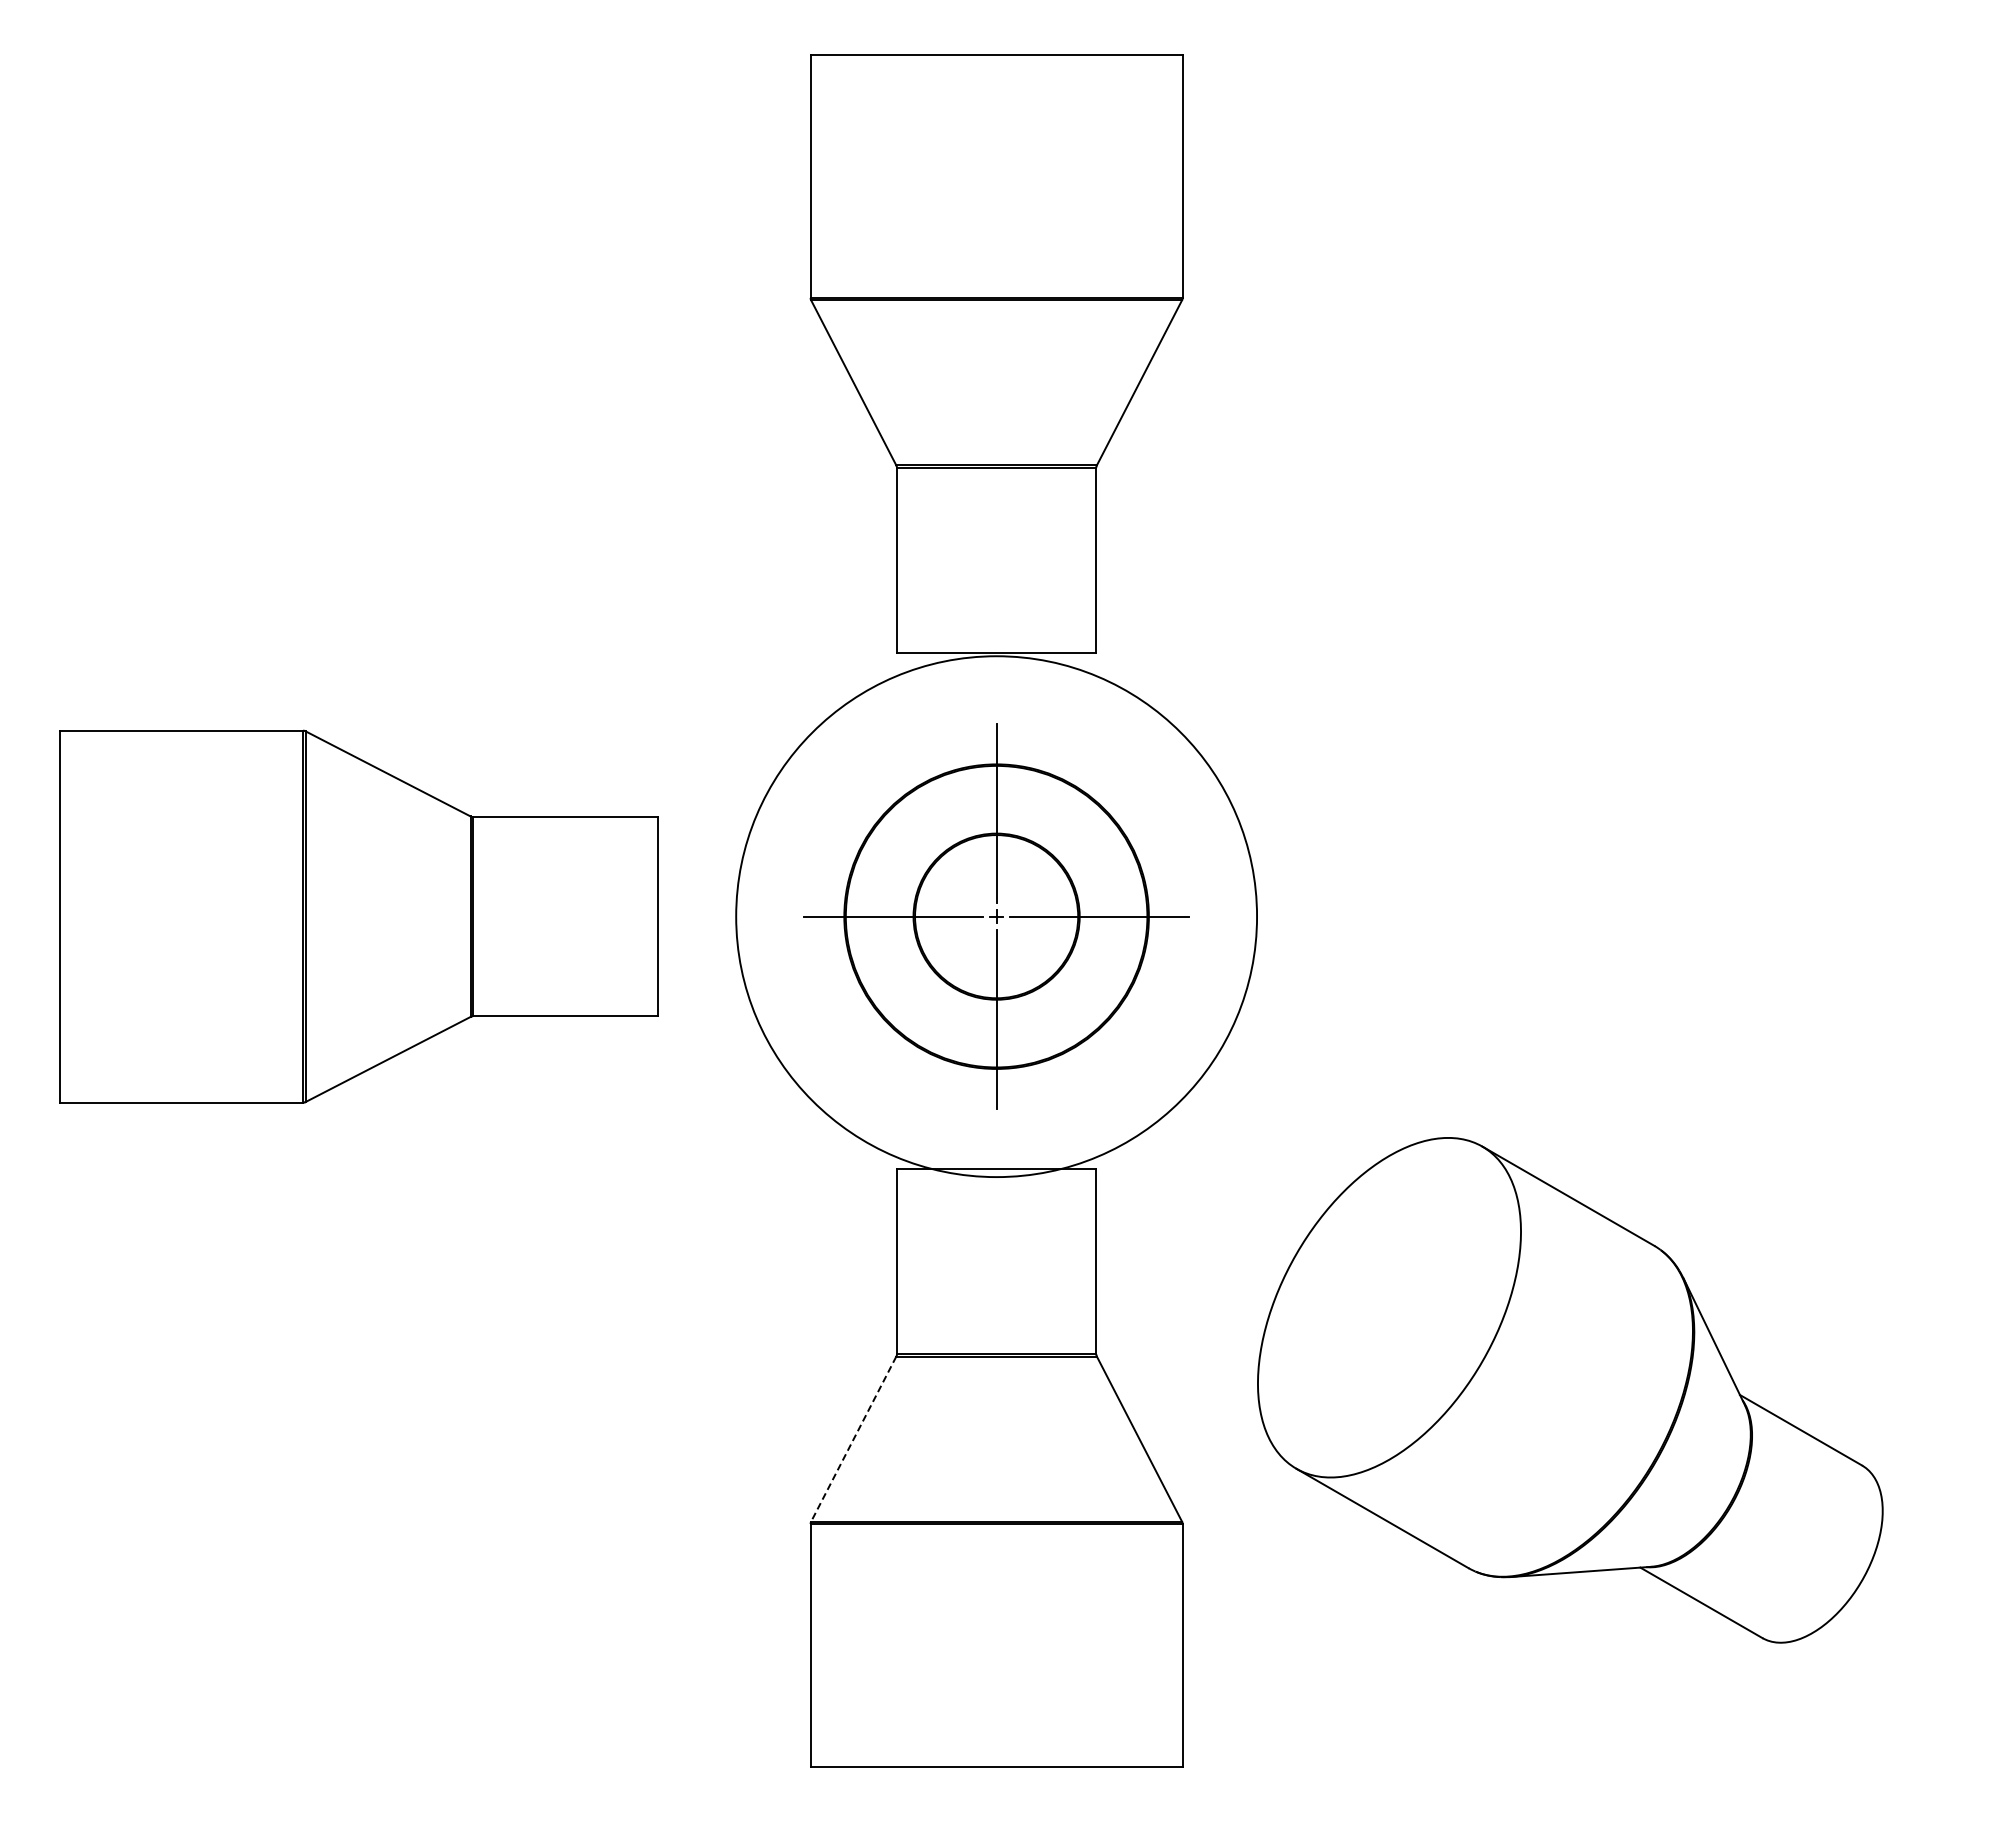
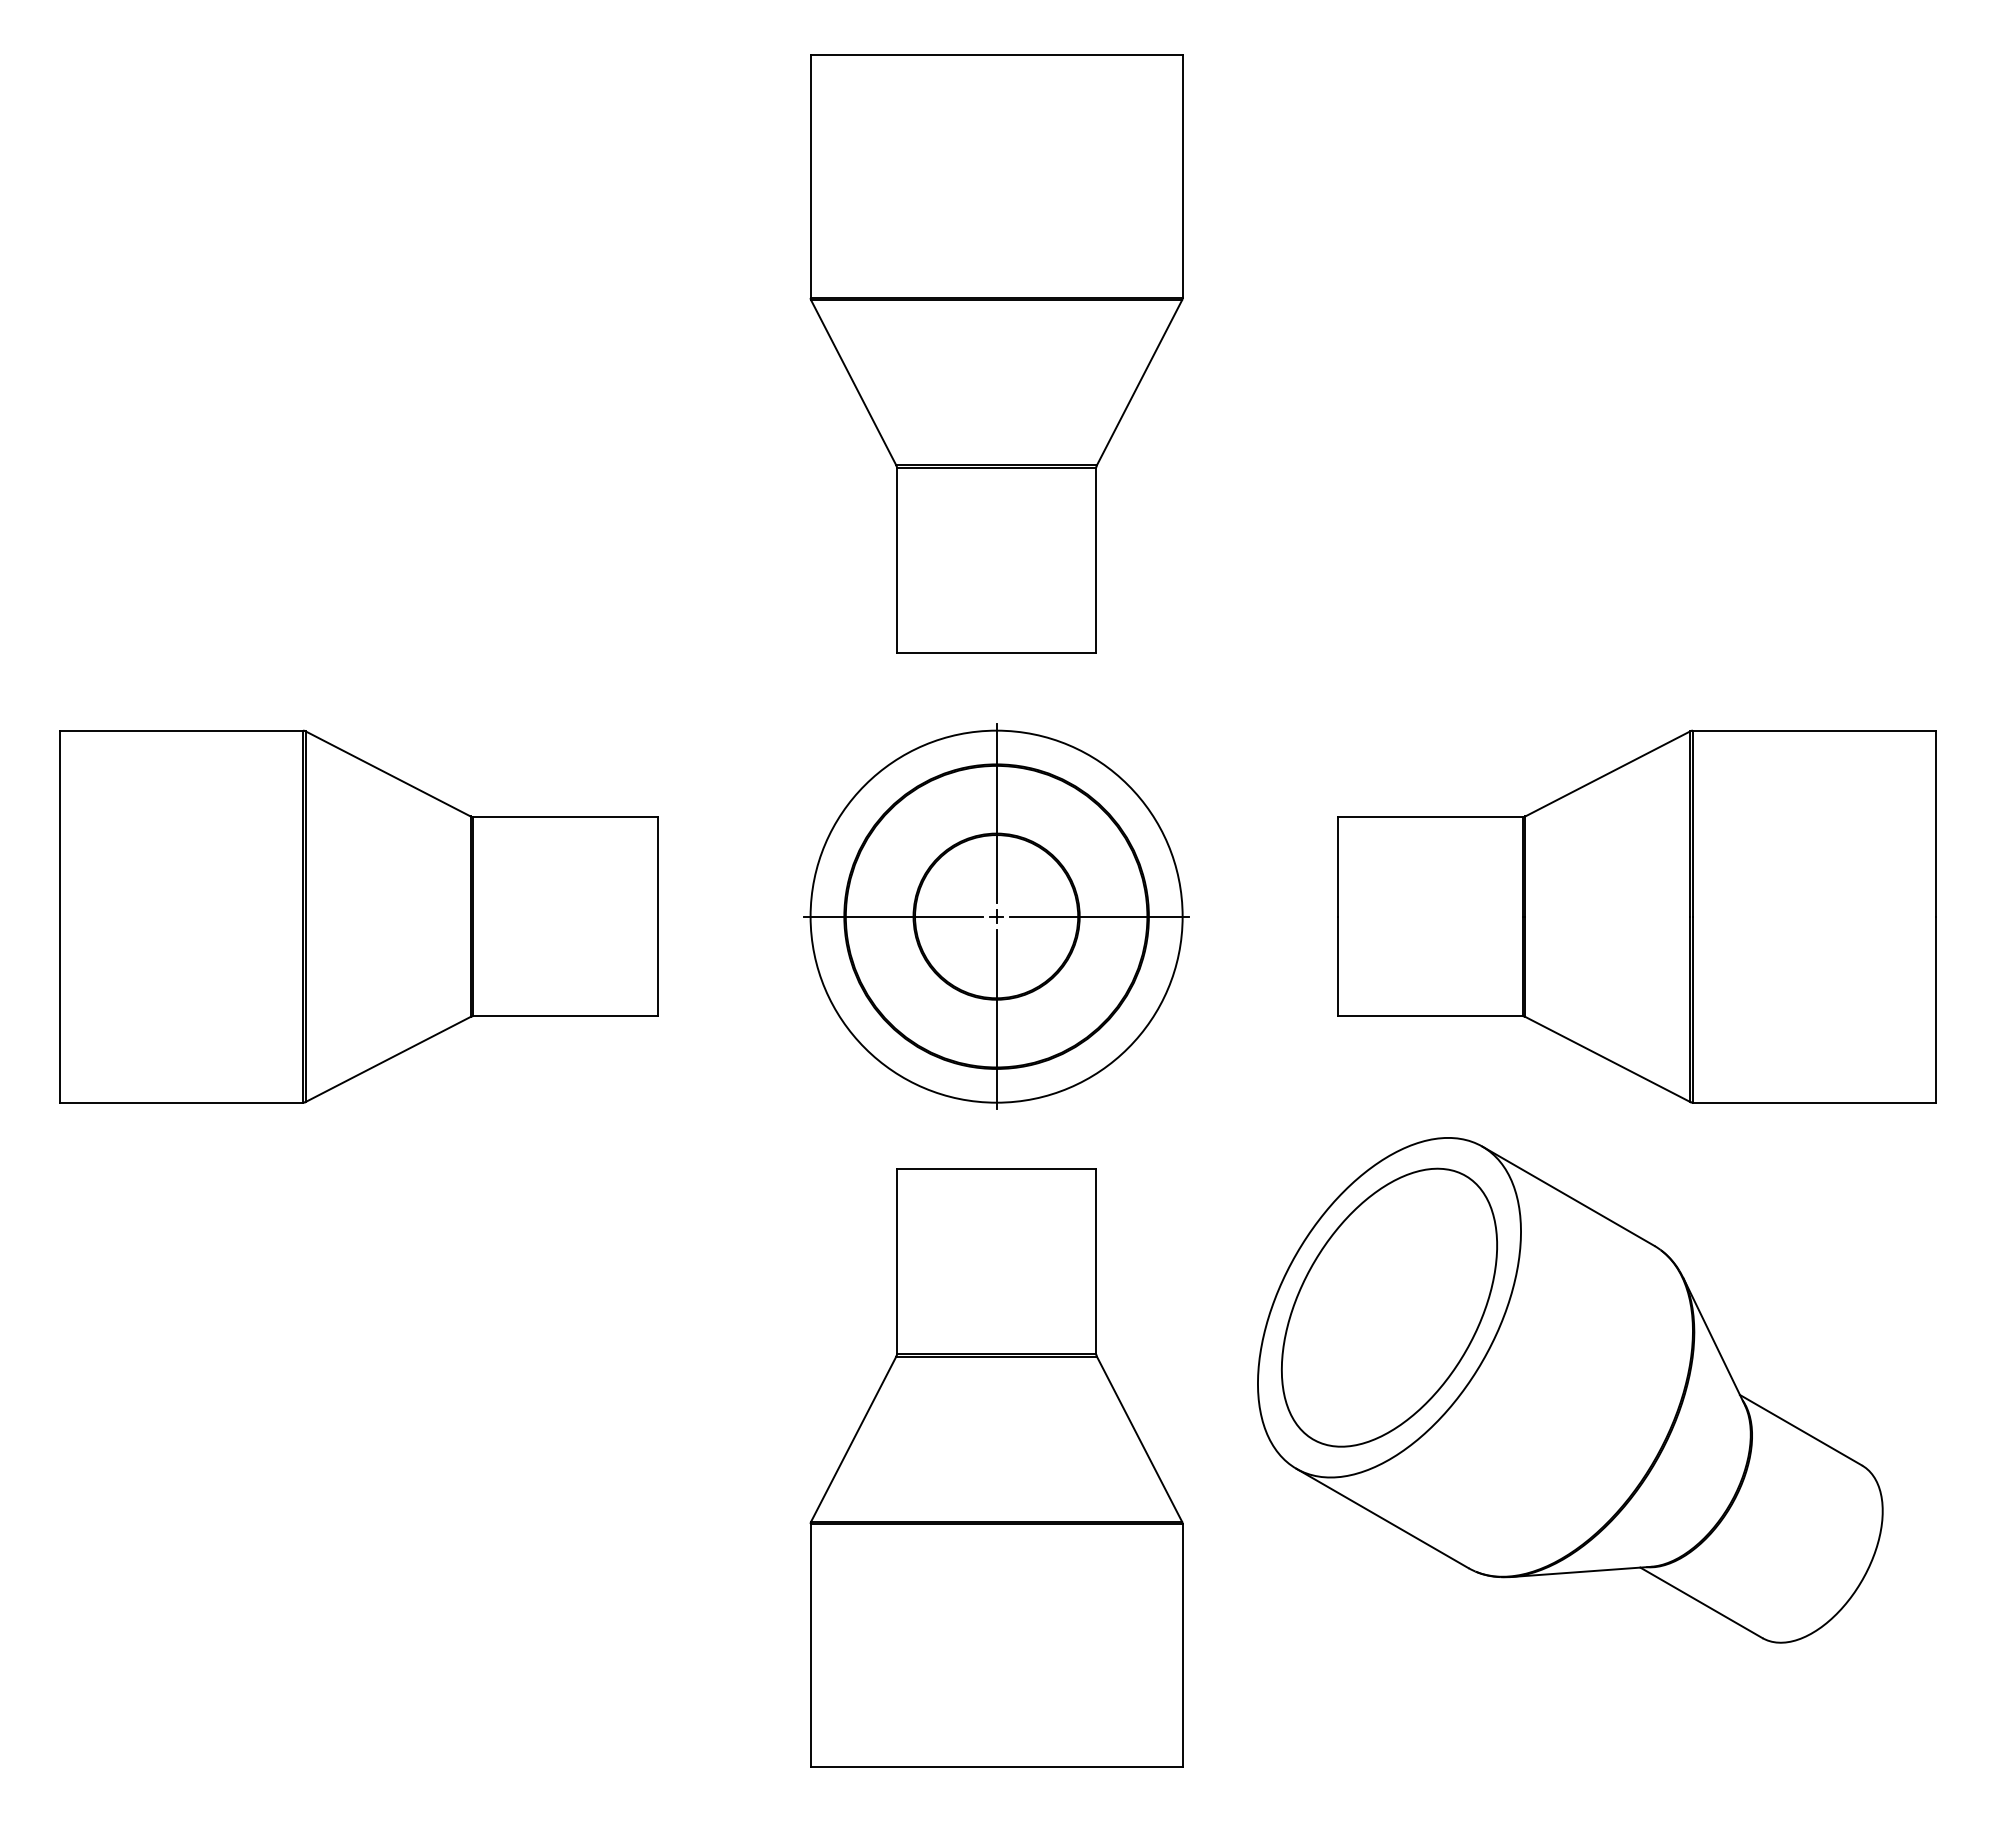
circle at (996, 916) diameter: 521 px -> 372 px
part at (1636, 916): none -> present
part at (1389, 1307): none -> present
line at (853, 1439): dashed -> solid
